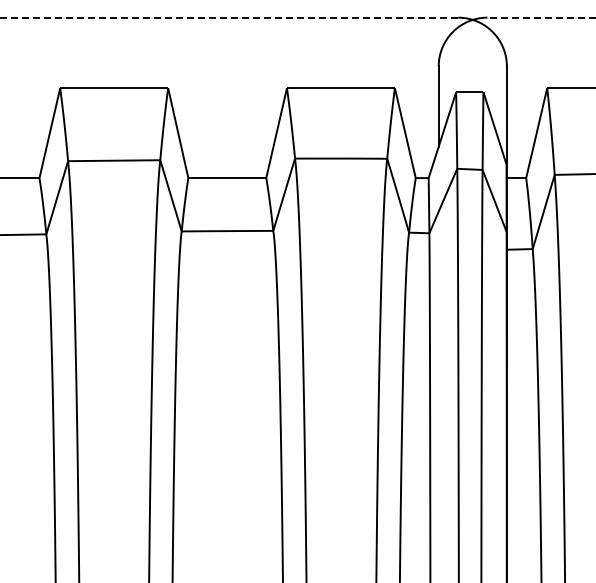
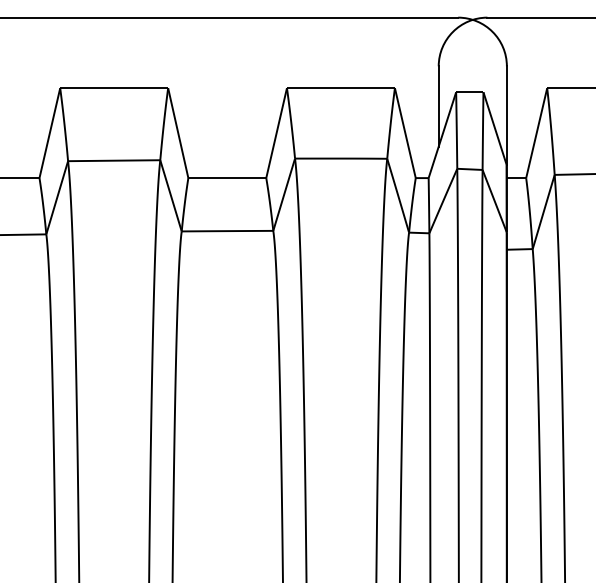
line at (229, 17): dashed -> solid
line at (541, 17): dashed -> solid
